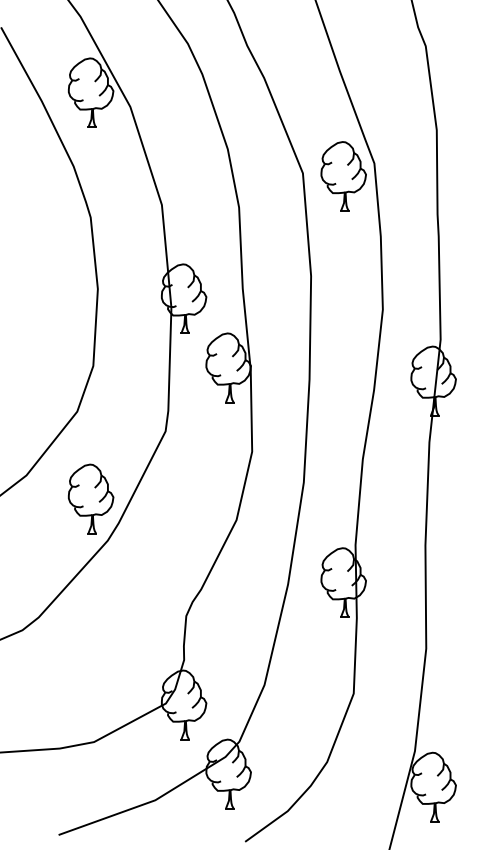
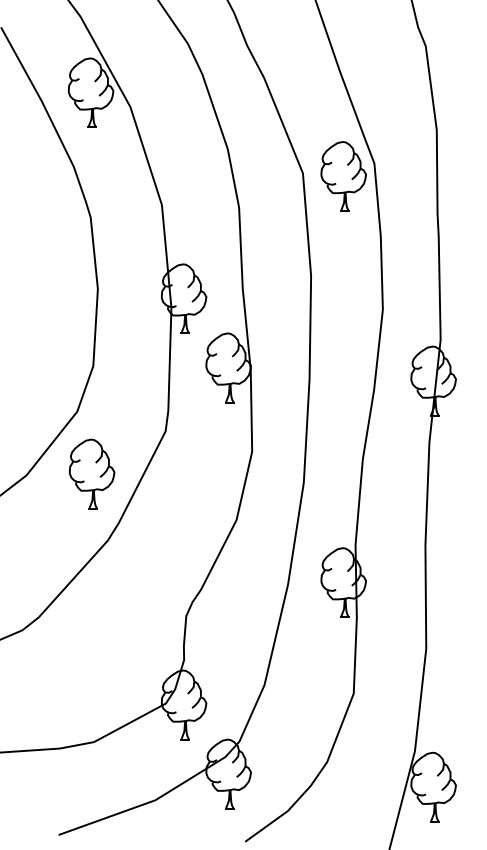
part at (90, 498) position: (90, 498) -> (91, 473)
